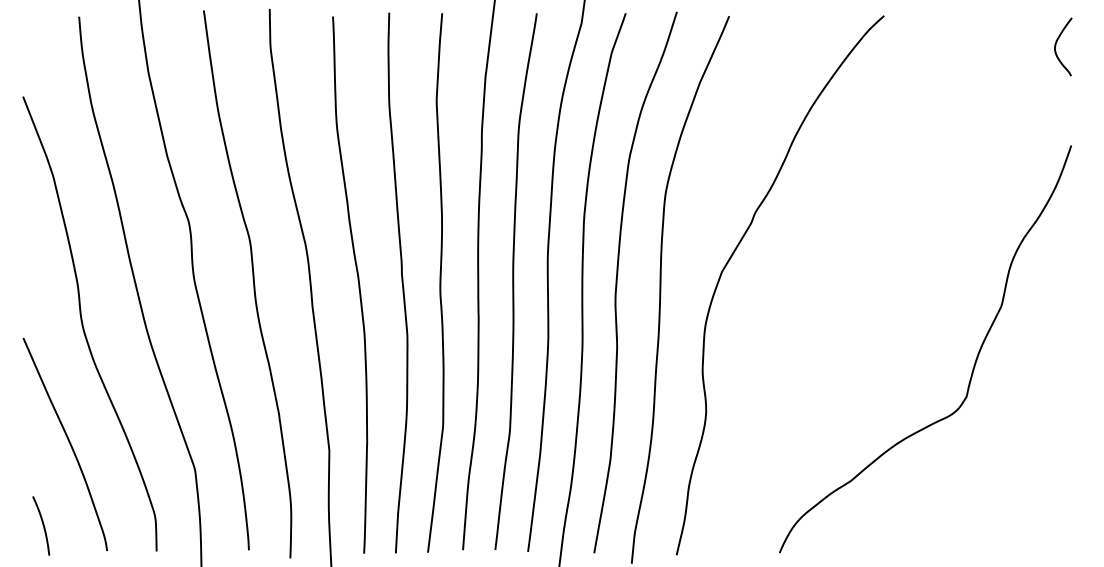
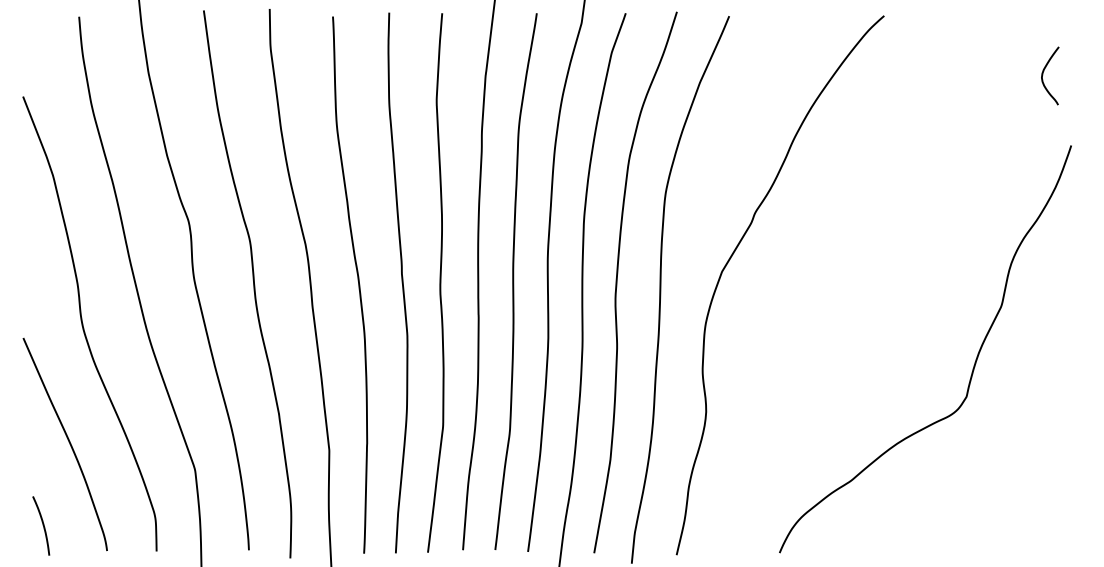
curve at (1056, 46) position: (1056, 46) -> (1043, 75)
